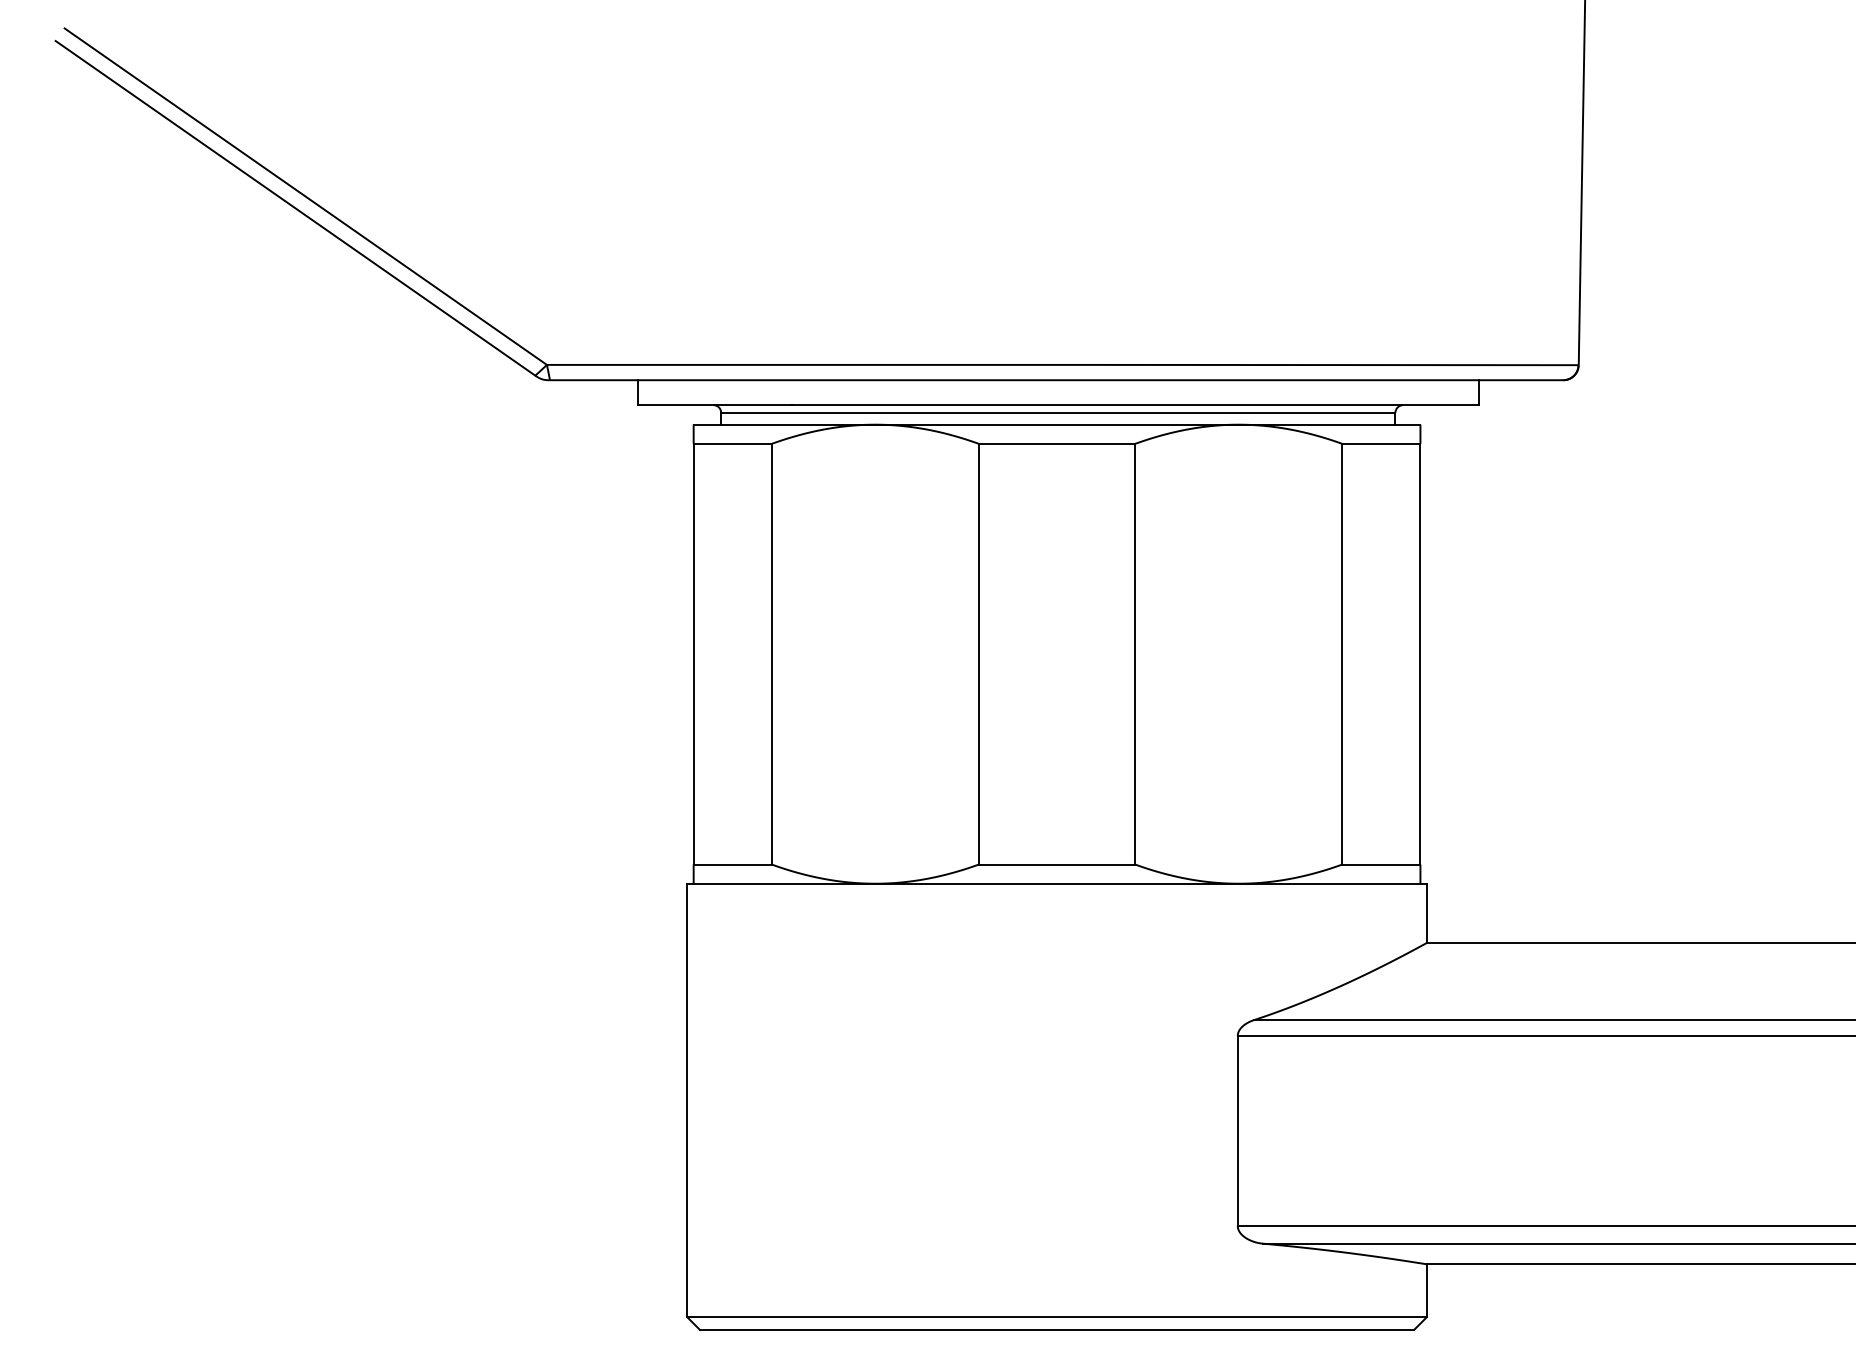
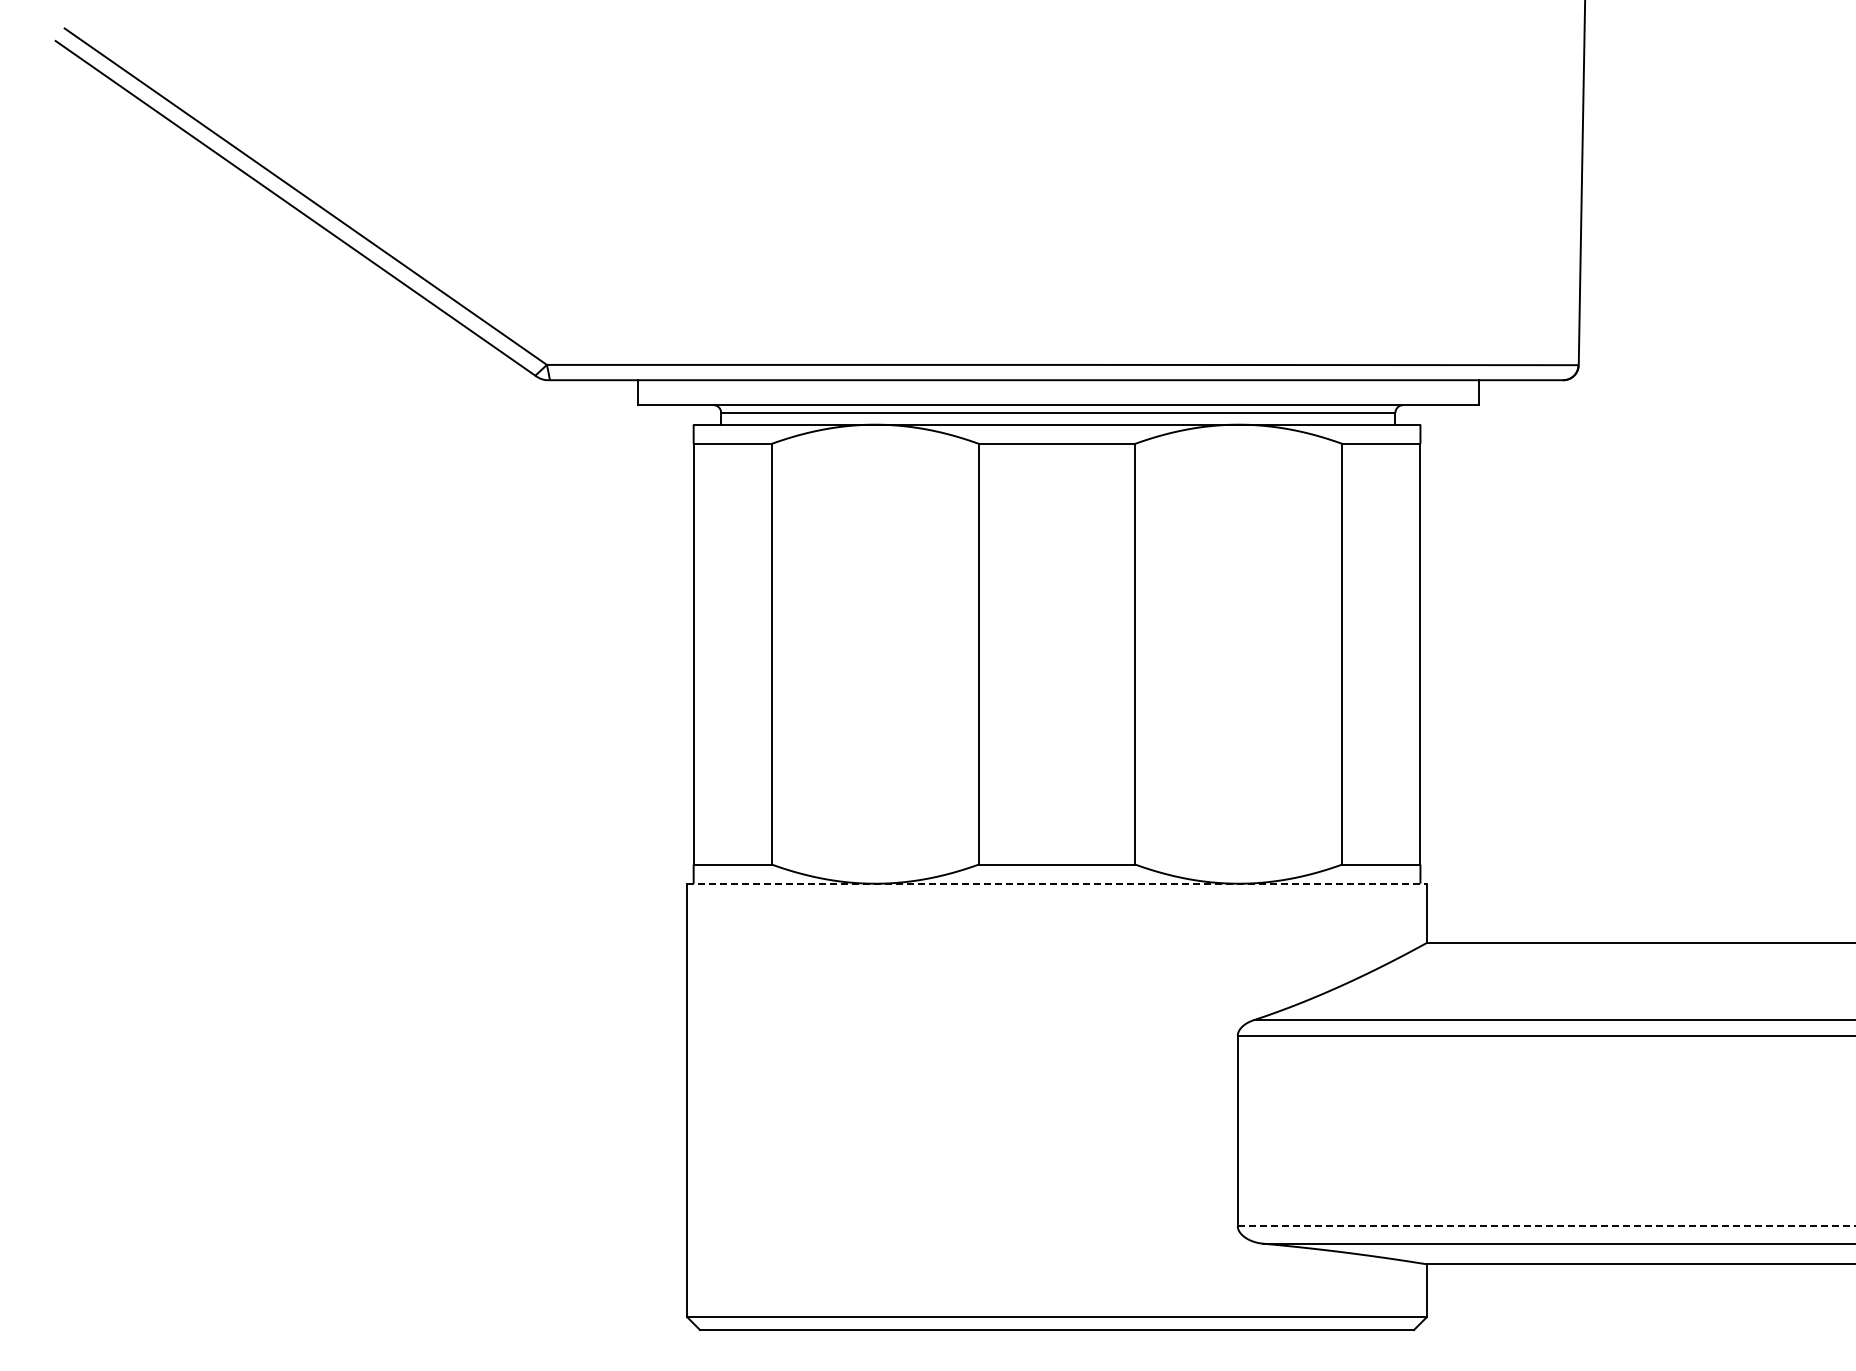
line at (1057, 883): solid -> dashed
line at (1546, 1225): solid -> dashed
